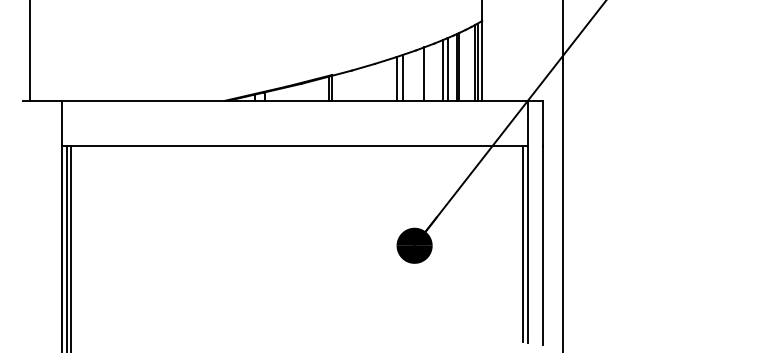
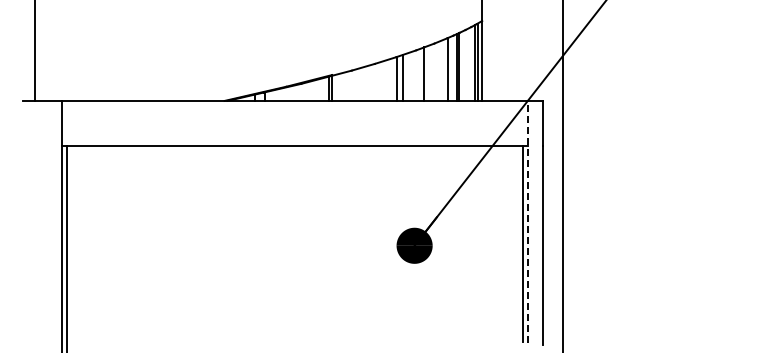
line at (29, 51) position: (29, 51) -> (34, 51)
line at (443, 69): present -> none
line at (528, 221): solid -> dashed
line at (70, 247): present -> none
